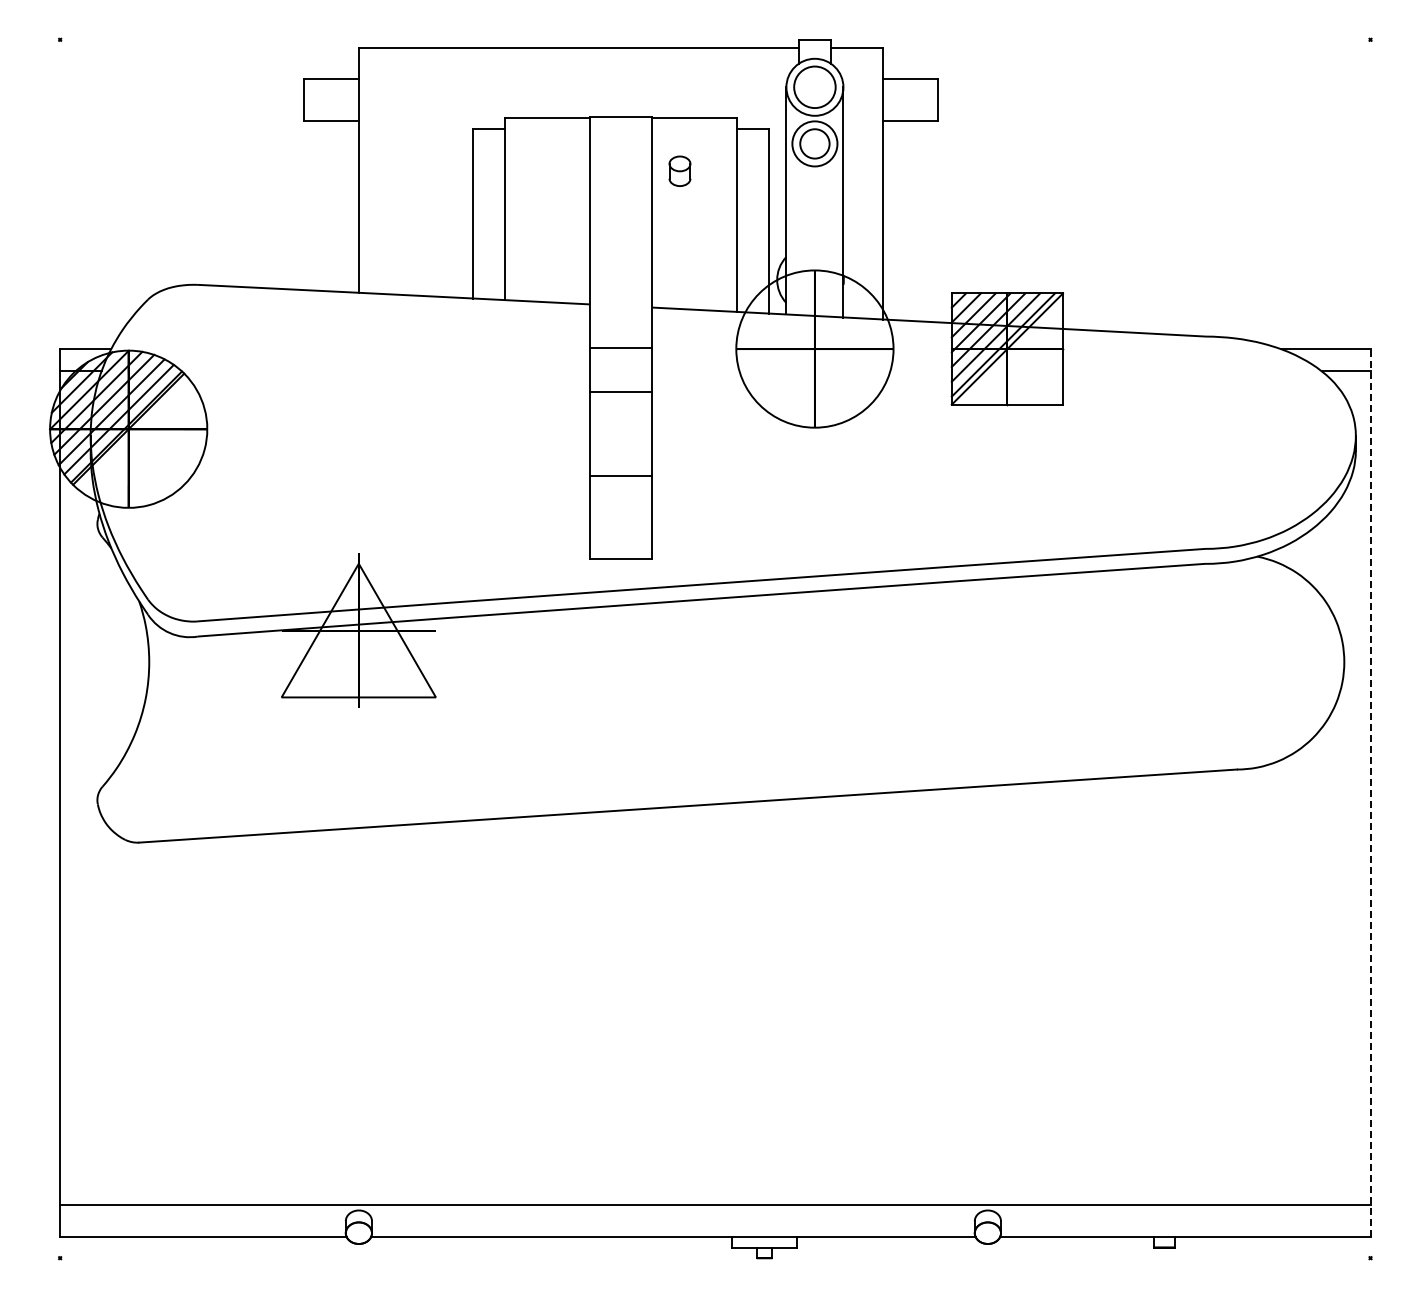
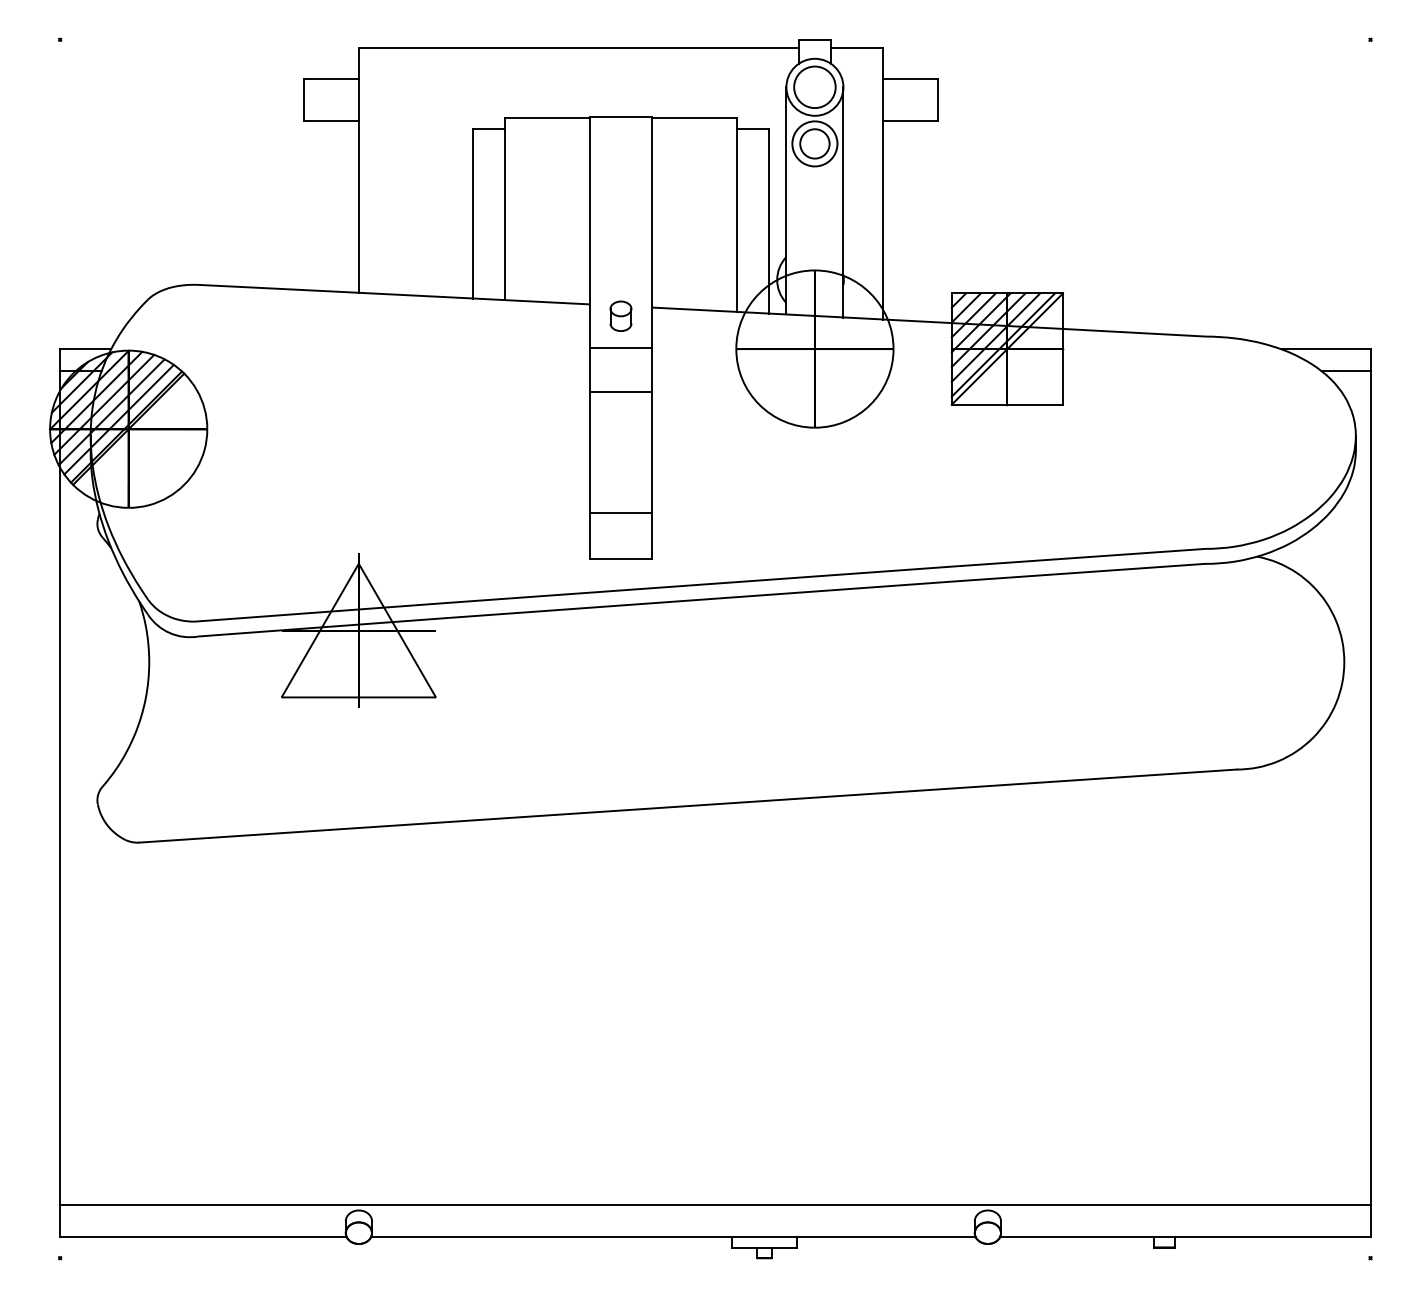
part at (679, 170) position: (679, 170) -> (620, 315)
line at (620, 475) position: (620, 475) -> (620, 512)
line at (1370, 792): dashed -> solid
